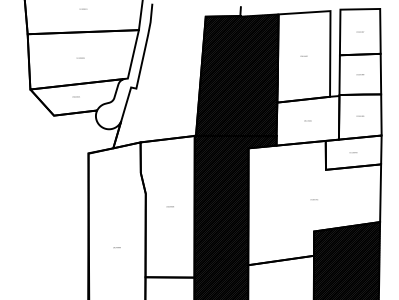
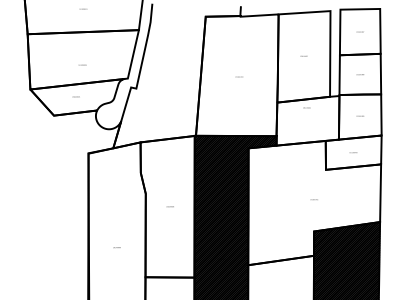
text at (80, 57) position: (80, 57) -> (82, 64)
hatch at (236, 75): present -> none
text at (307, 120) position: (307, 120) -> (306, 107)
